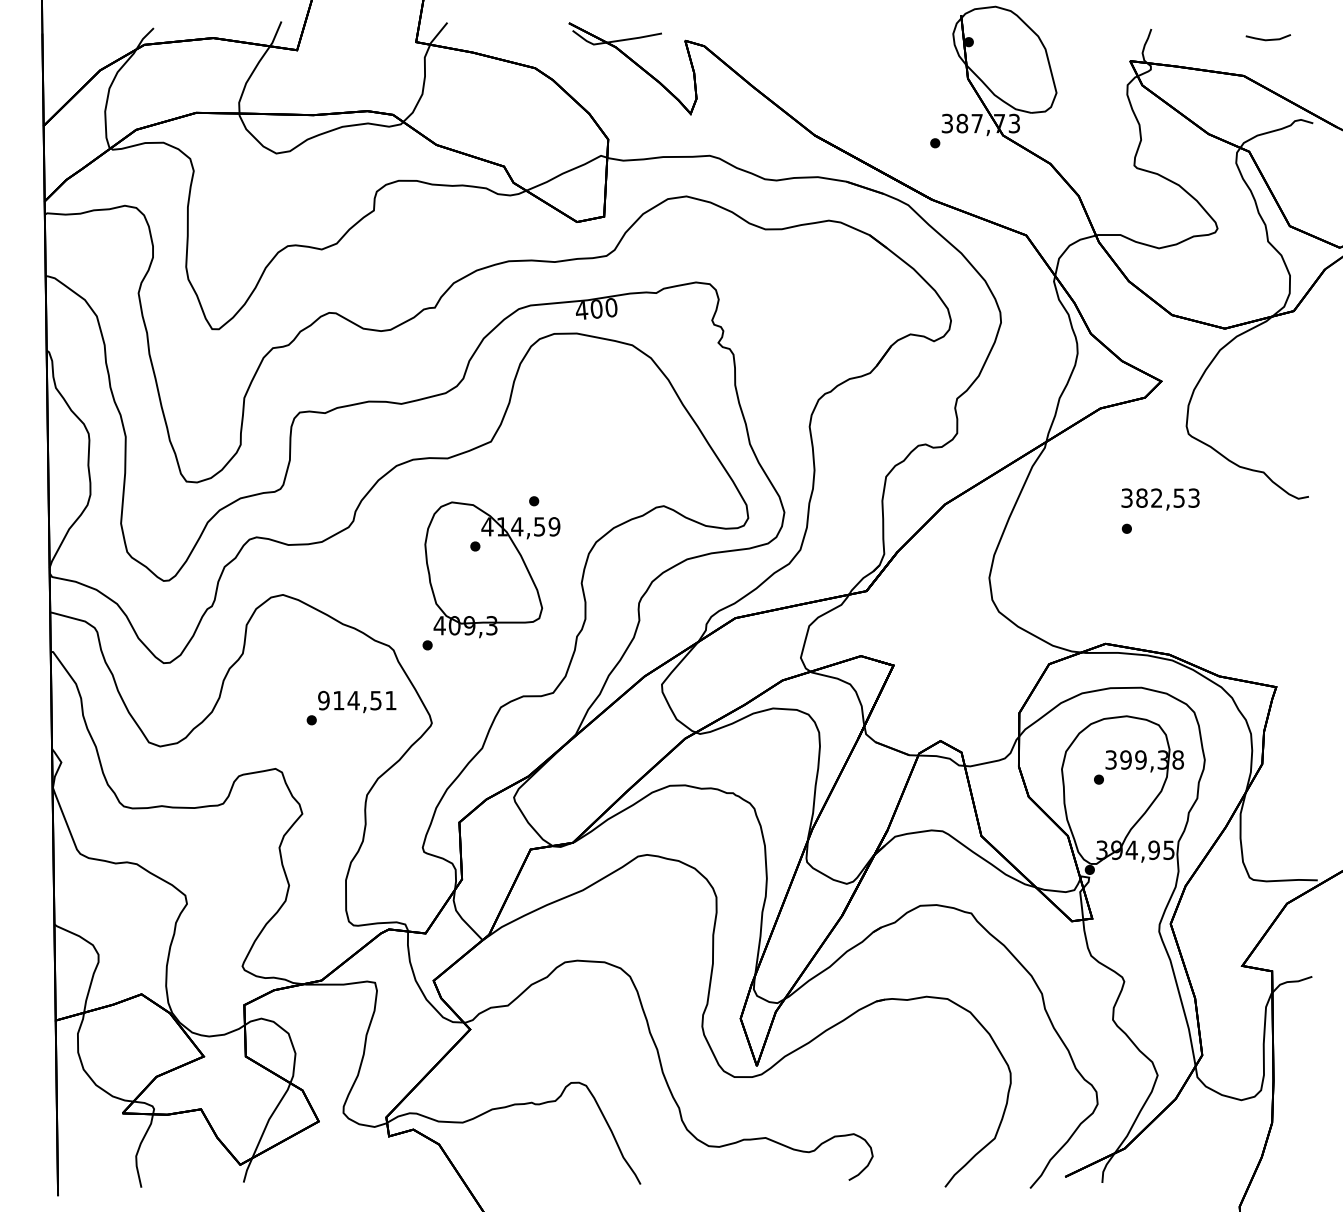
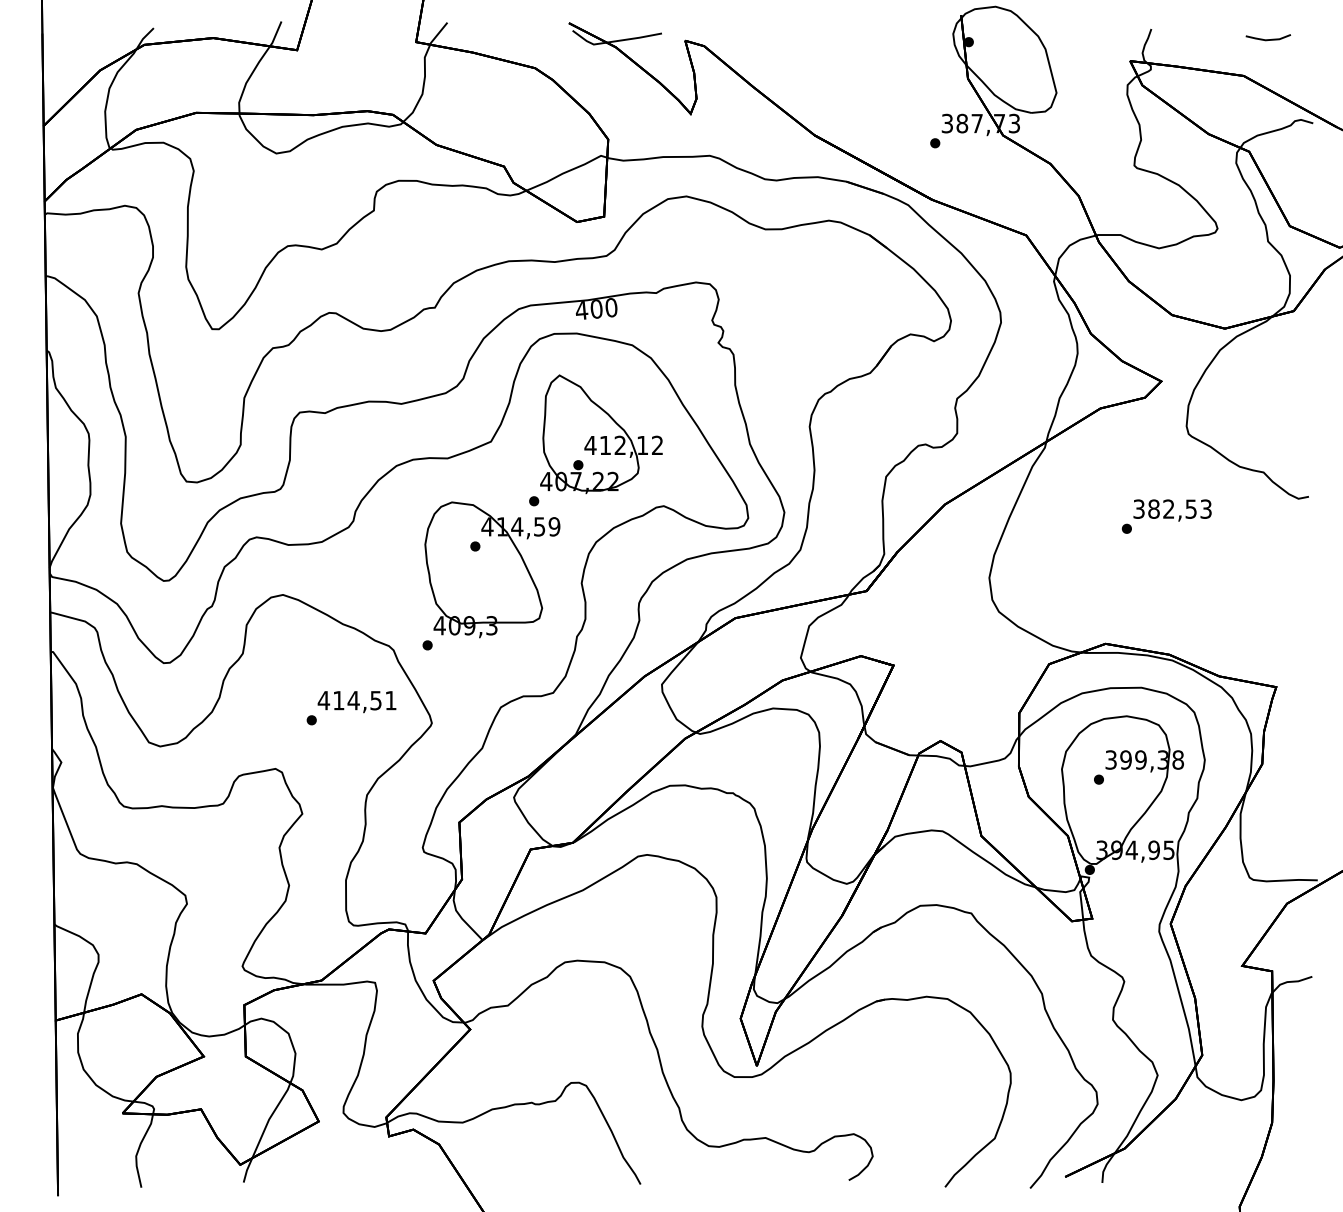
part at (601, 434): none -> present
text at (1160, 499) position: (1160, 499) -> (1172, 510)
text at (323, 700): 914,51 -> 414,51
